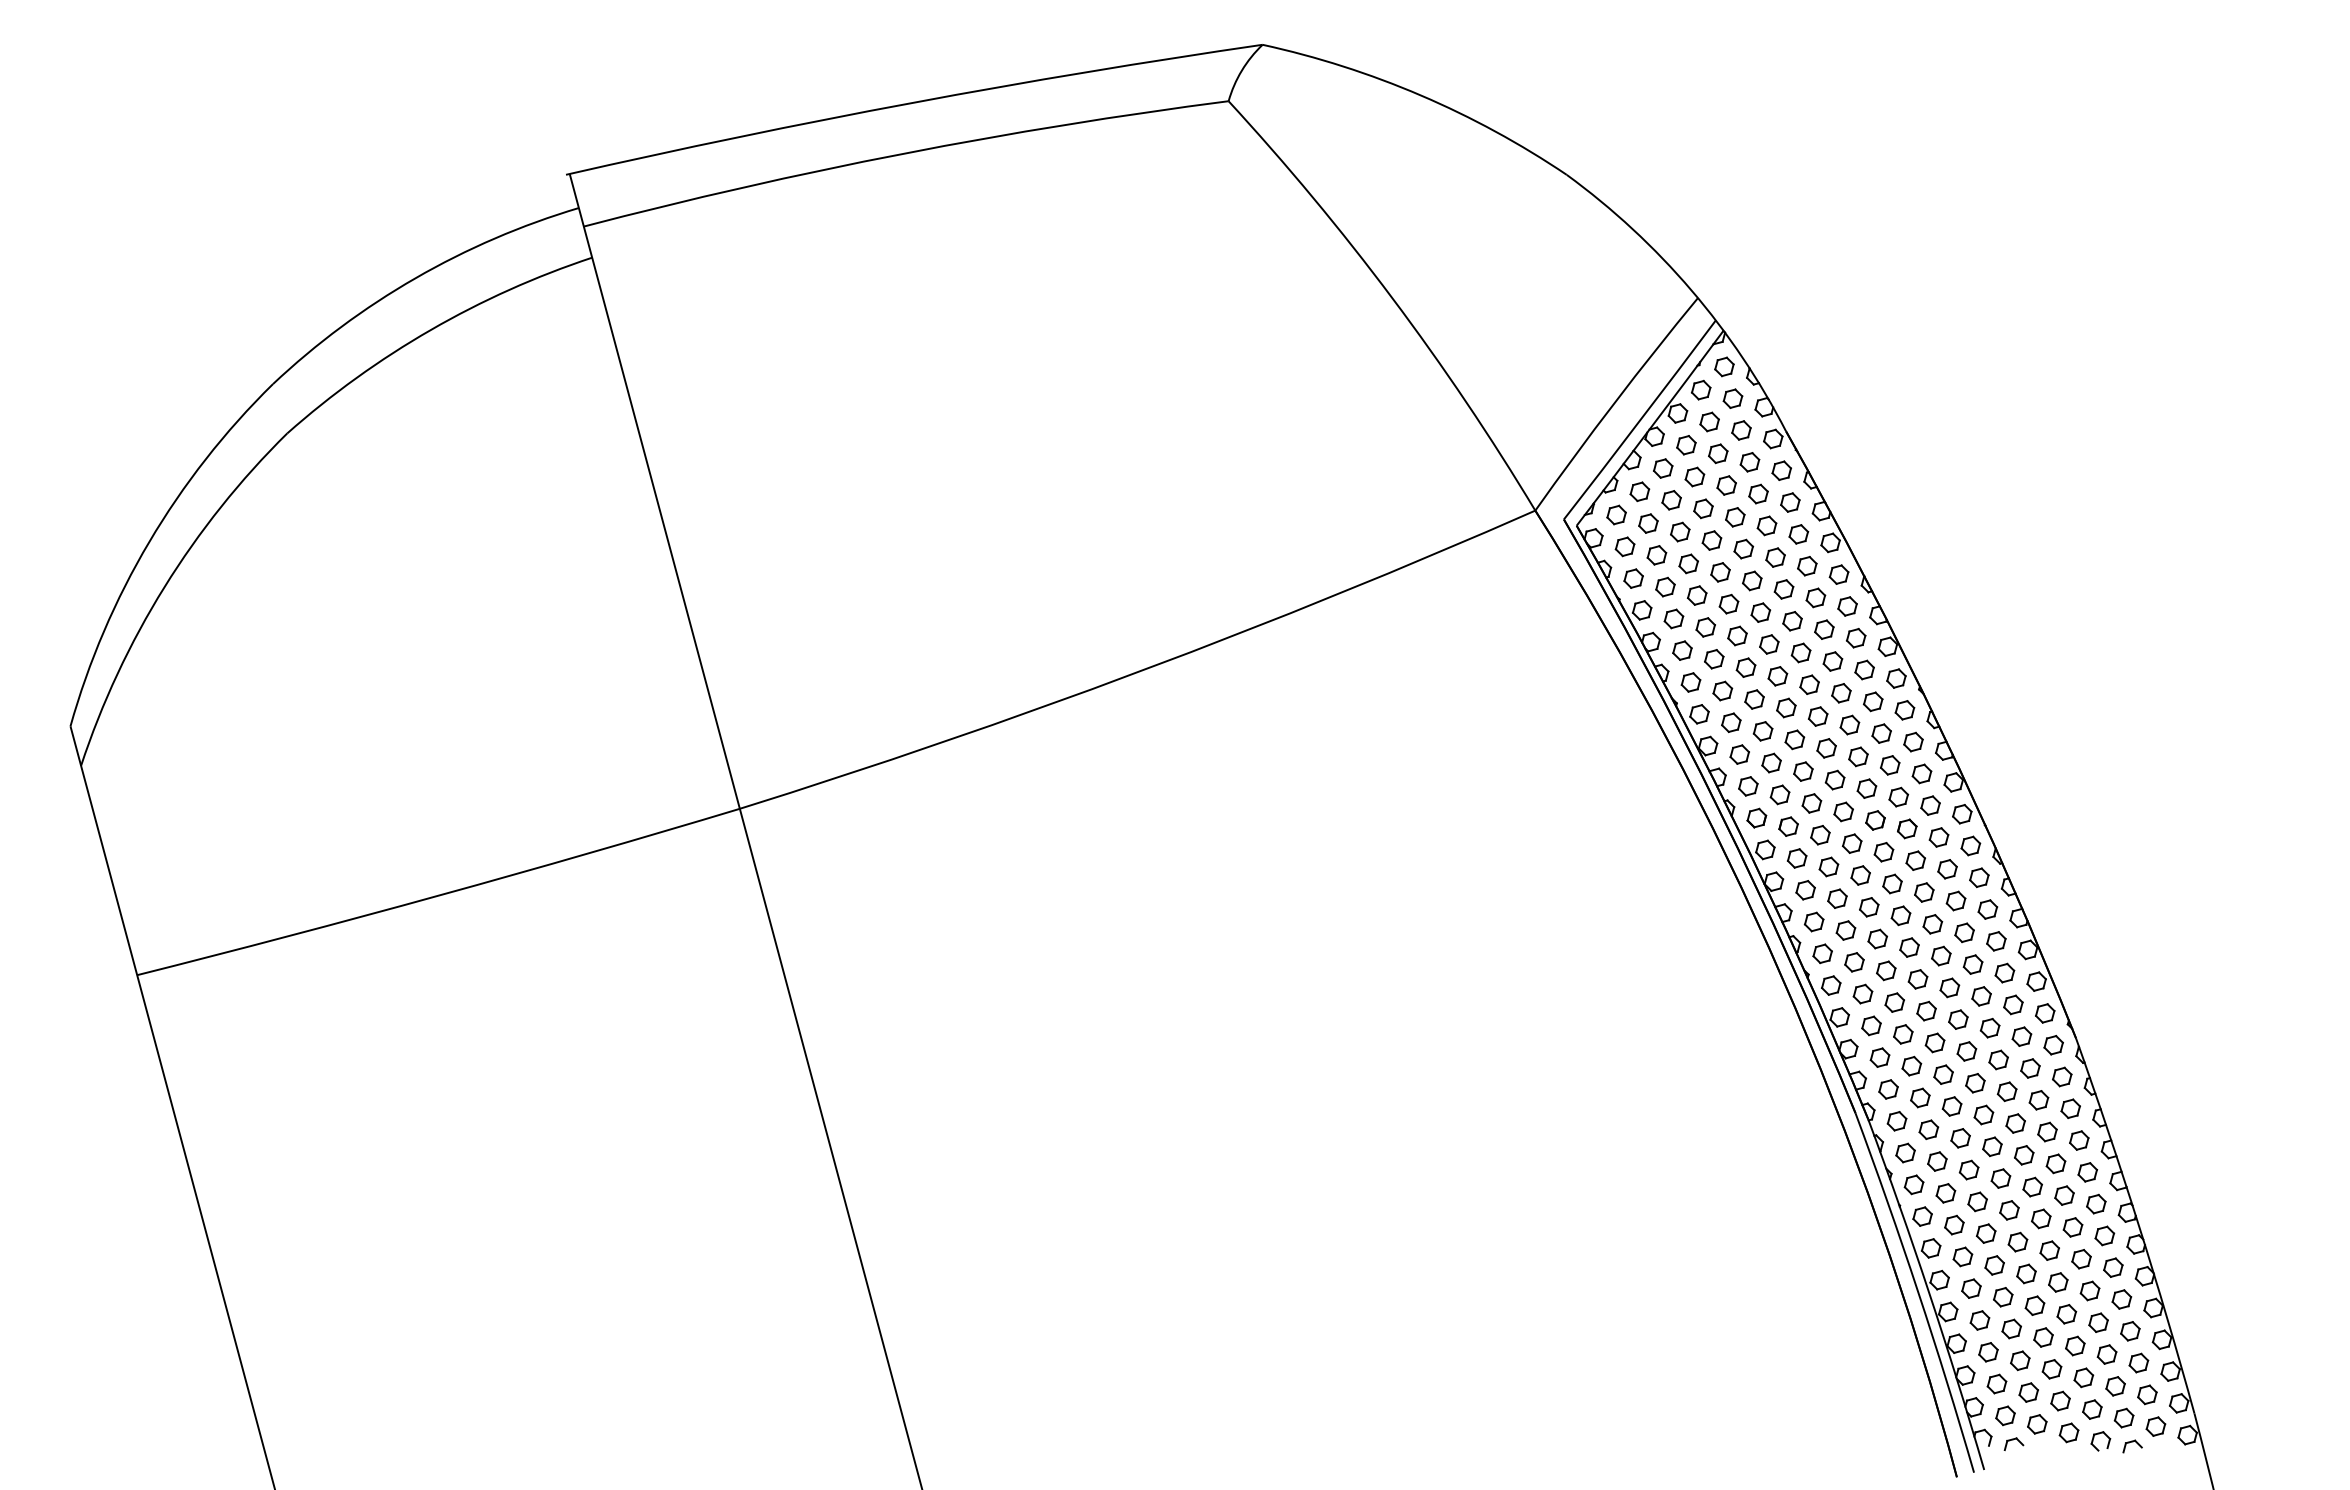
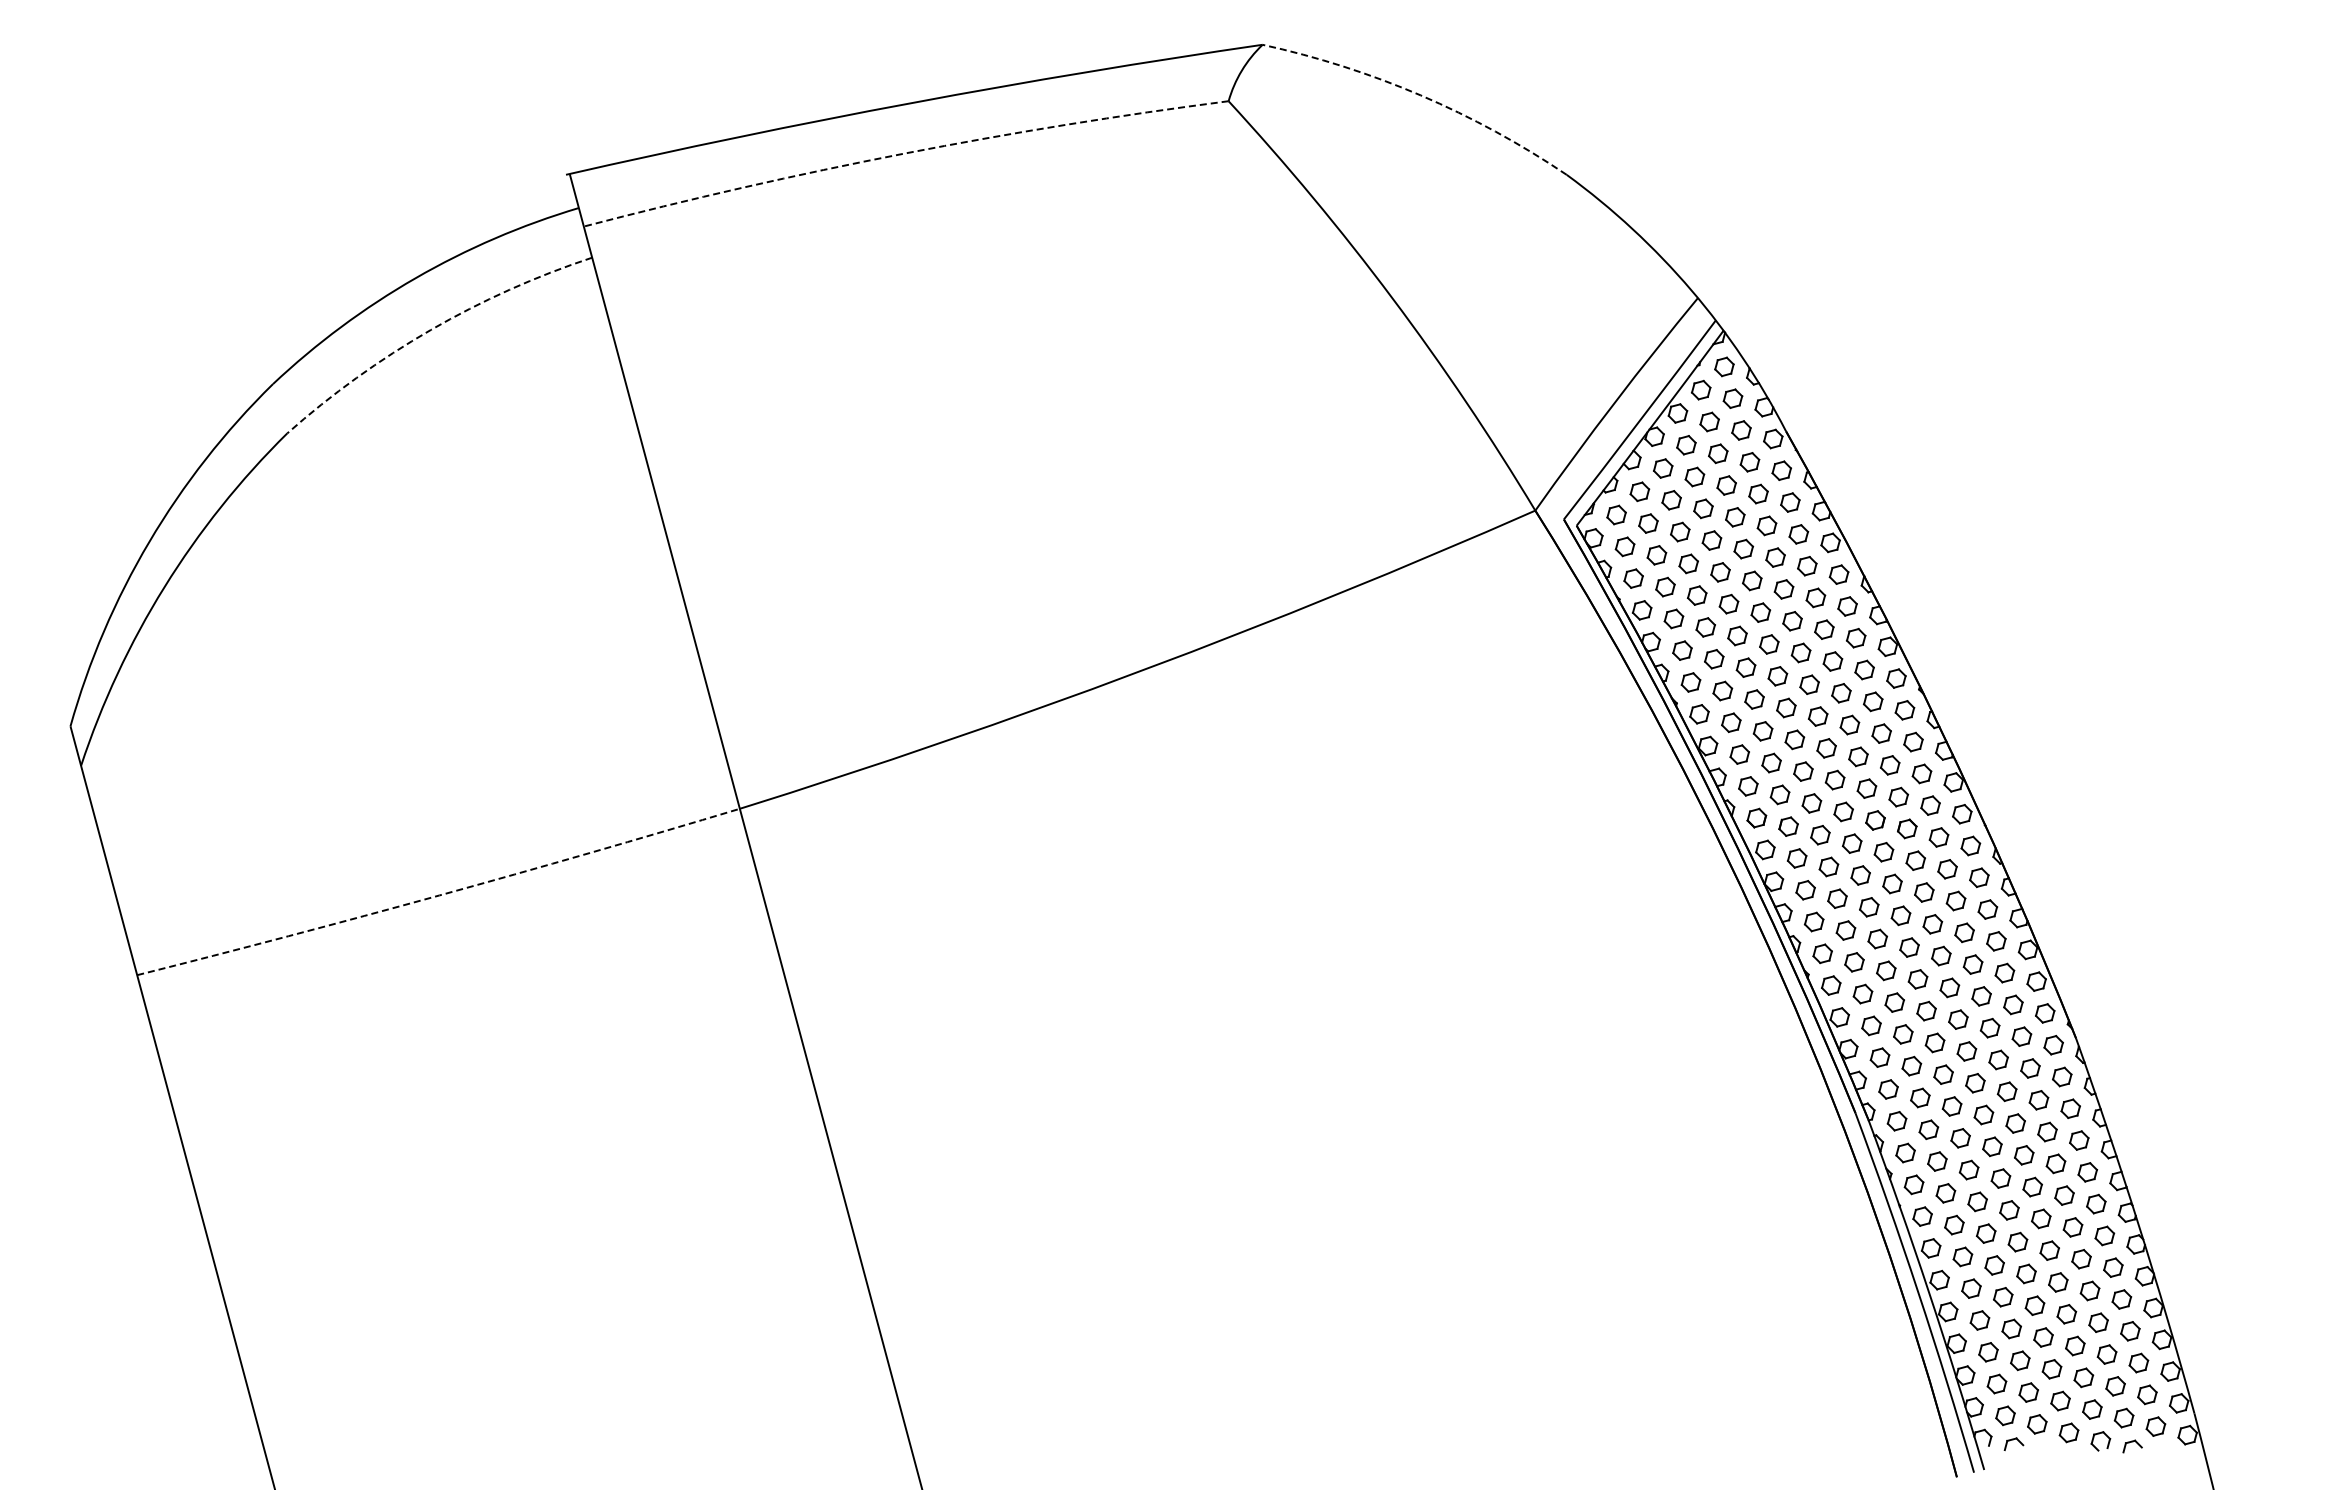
arc at (1420, 95): solid -> dashed
arc at (904, 153): solid -> dashed
arc at (430, 329): solid -> dashed
arc at (439, 895): solid -> dashed
